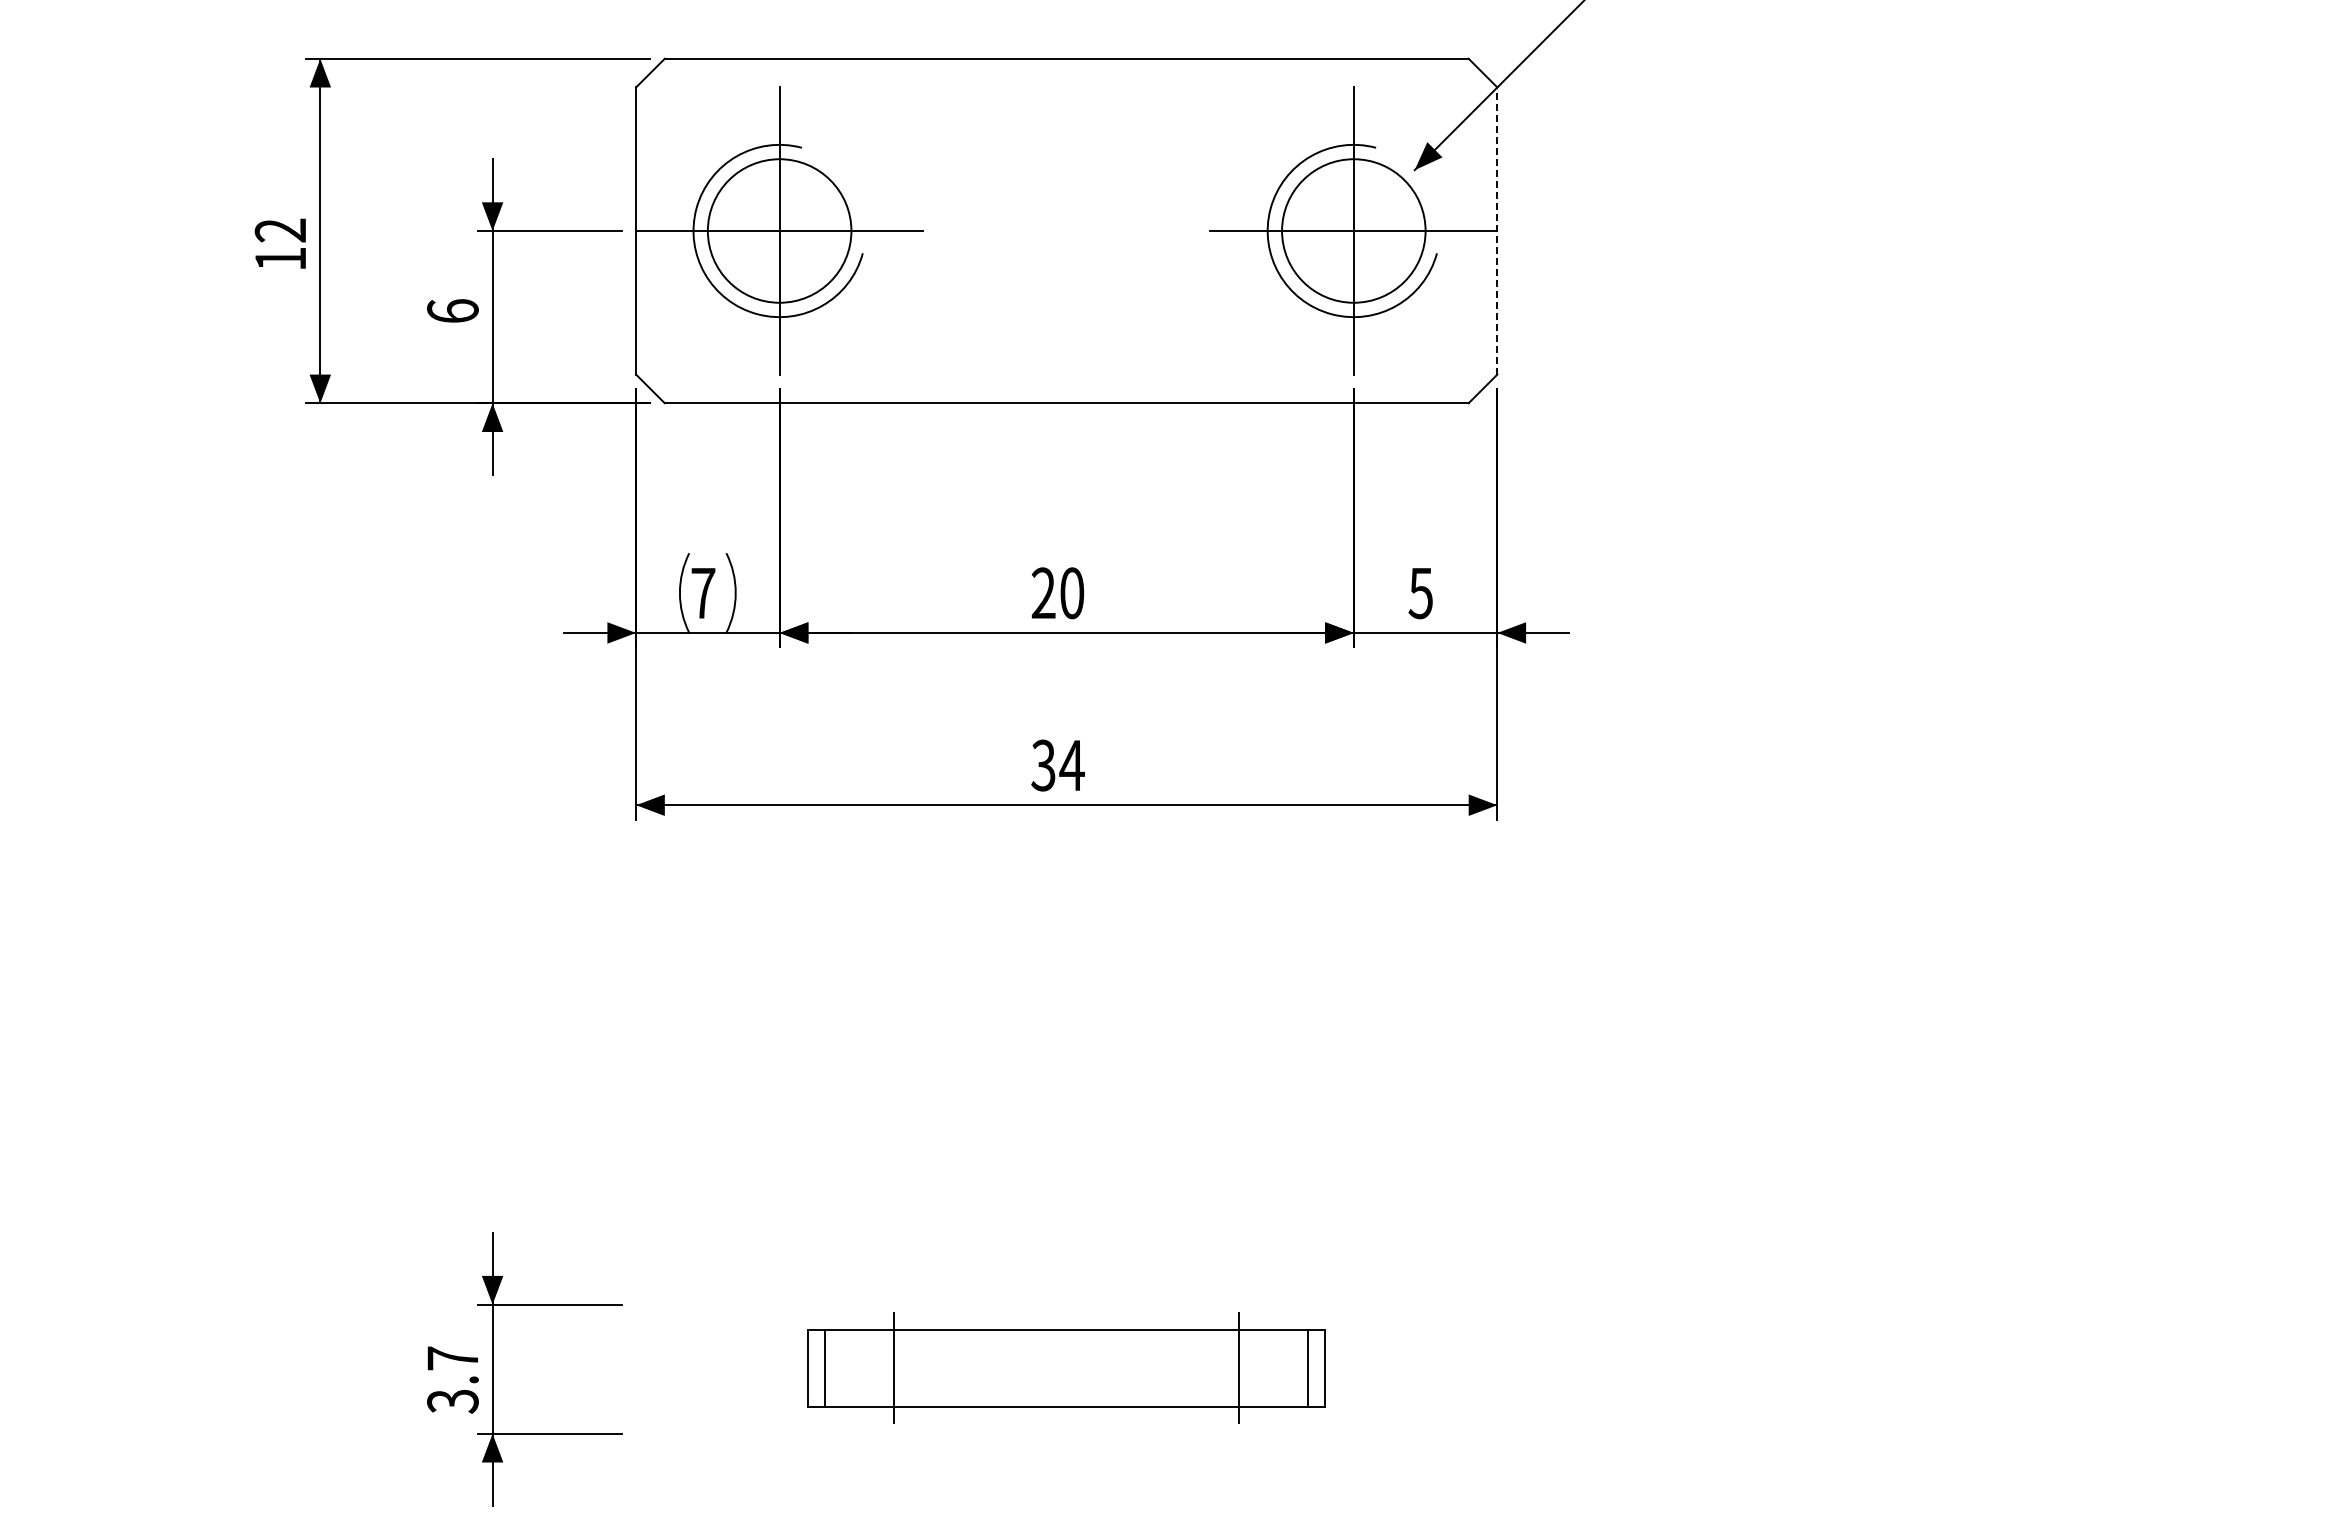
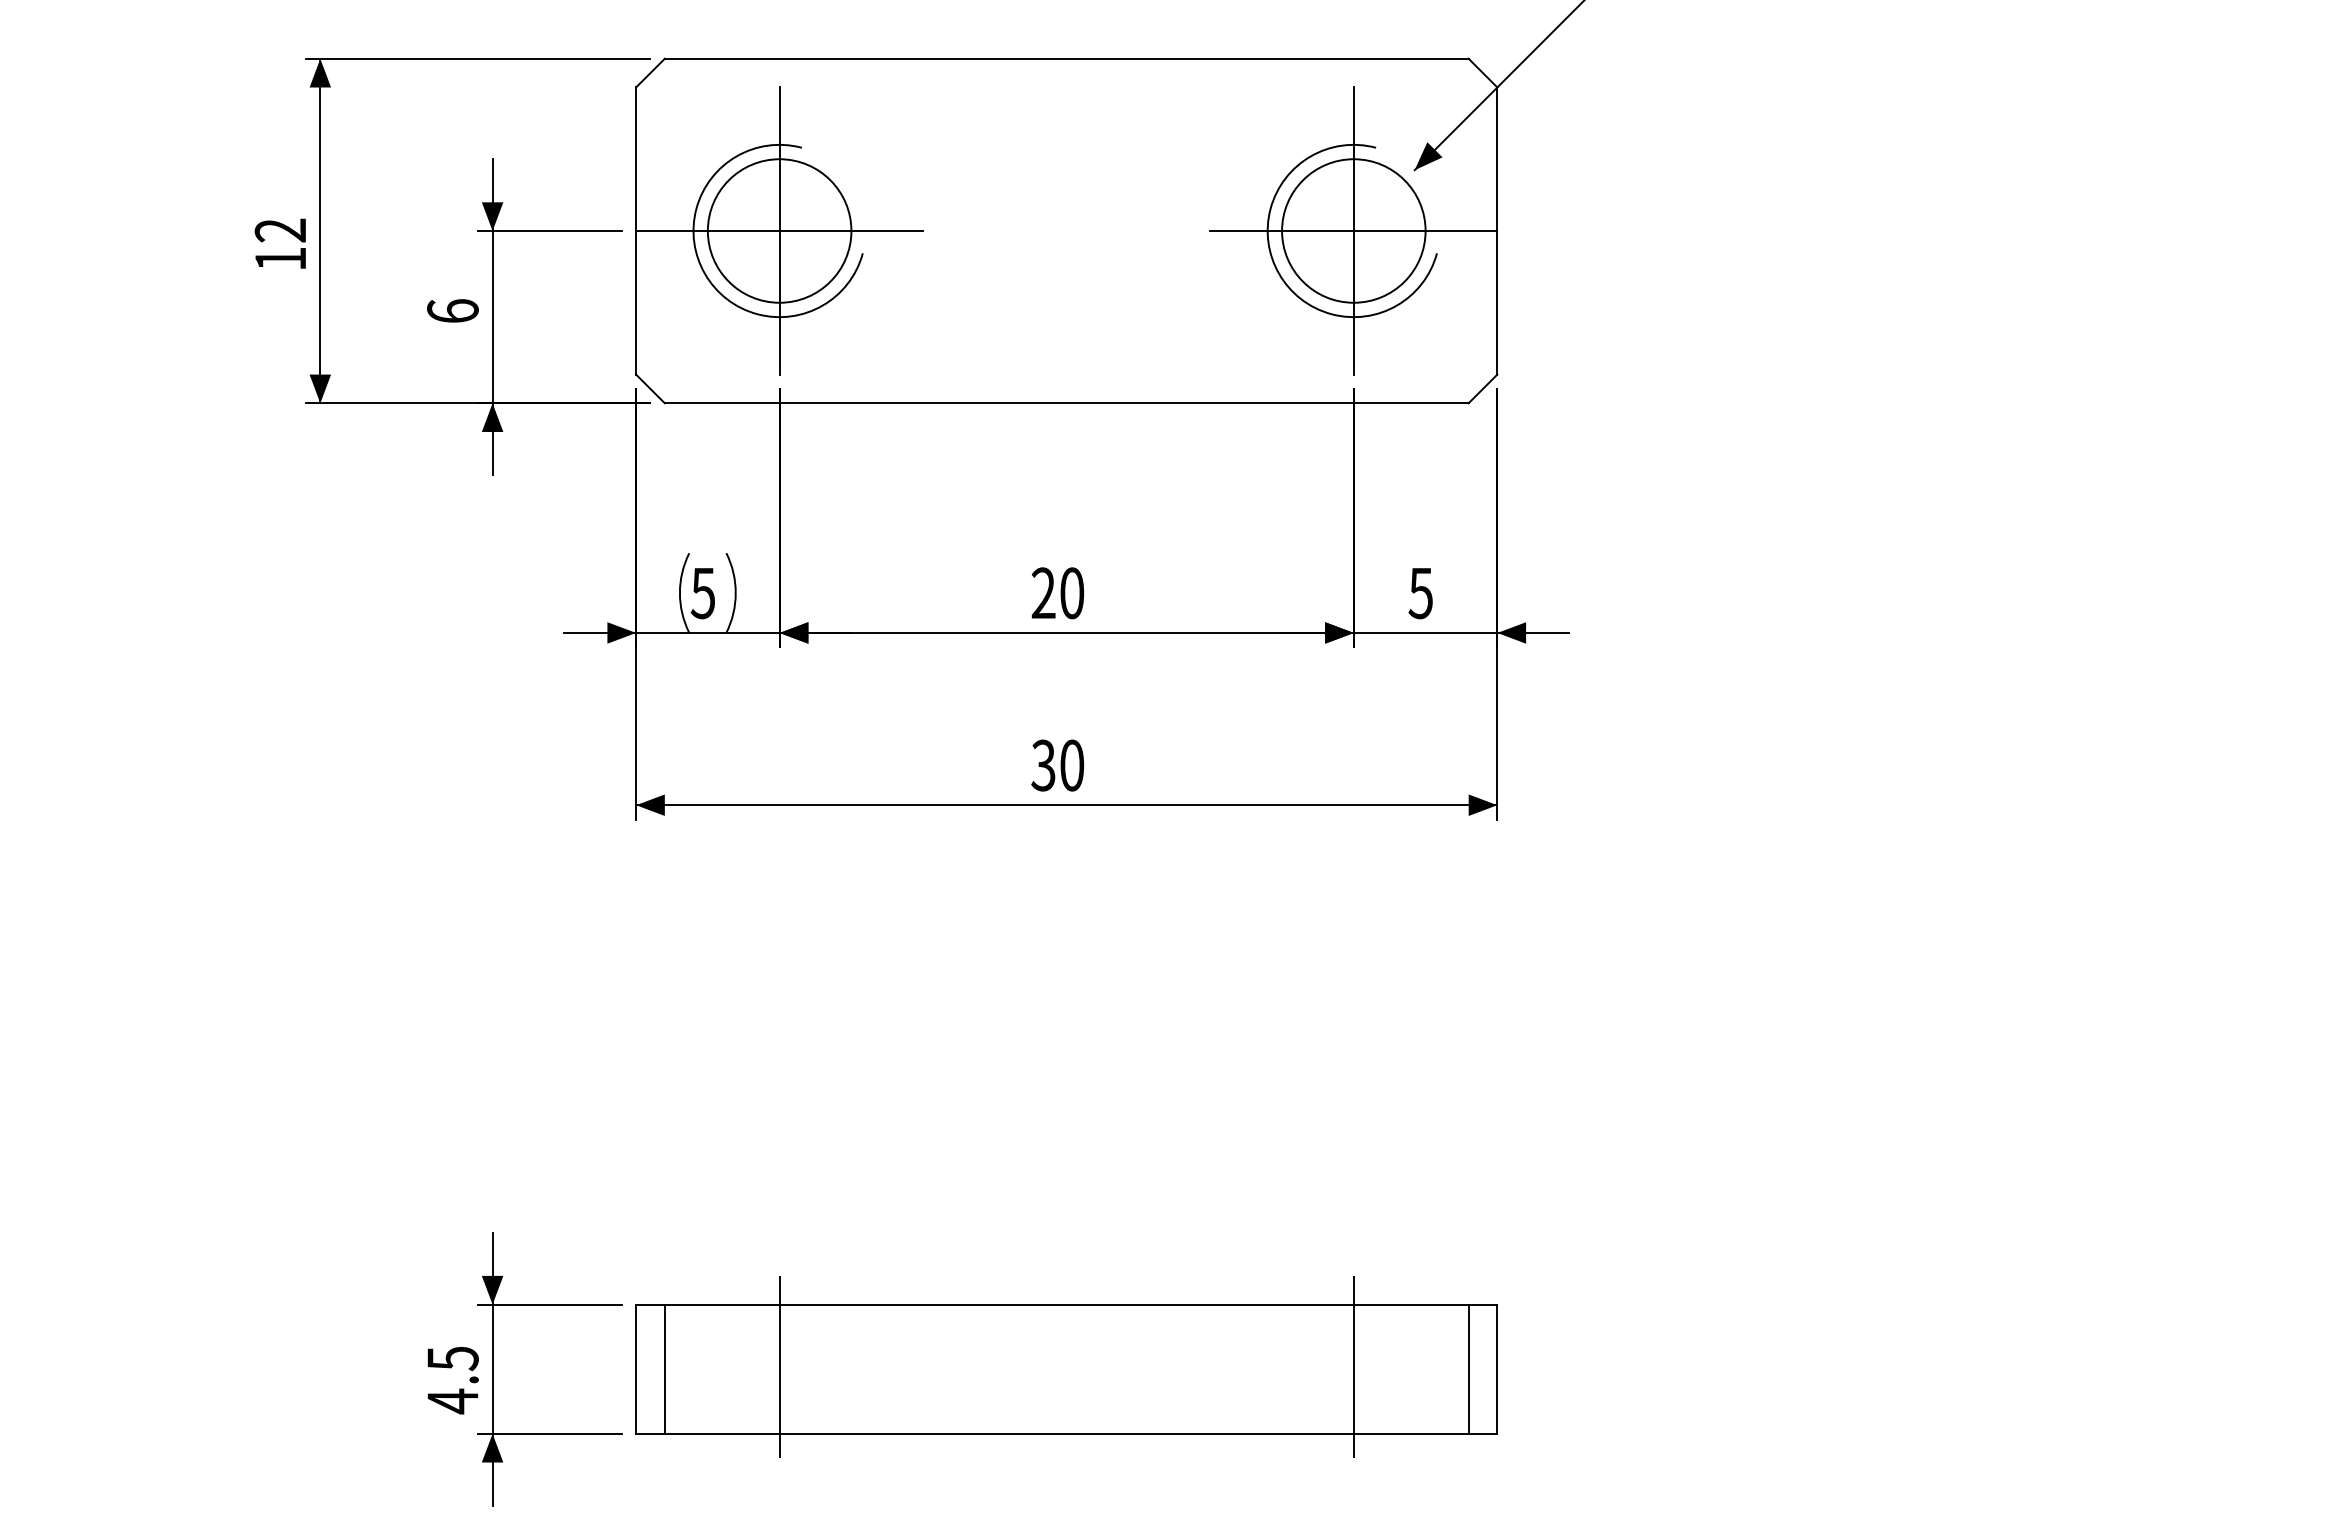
line at (1497, 231): dashed -> solid
text at (702, 593): 7 -> 5
text at (1071, 765): 34 -> 30
part at (1066, 1367) size: 519x112 px -> 863x182 px
text at (452, 1380): 3.7 -> 4.5
